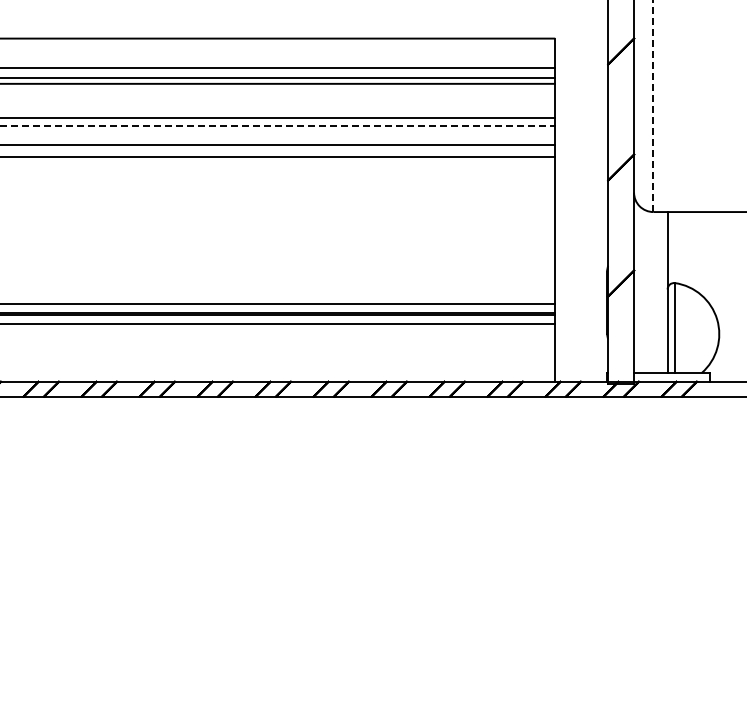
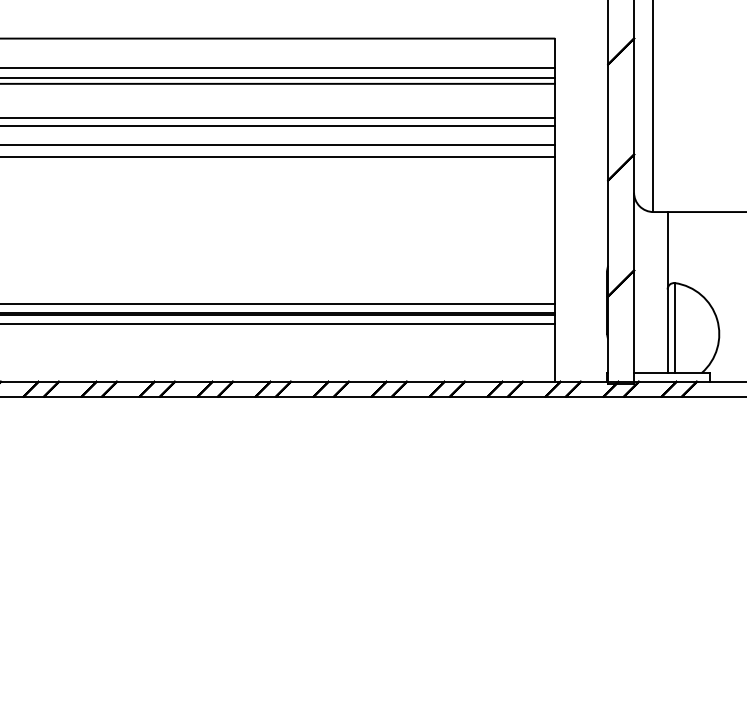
line at (653, 106): dashed -> solid
line at (278, 125): dashed -> solid
